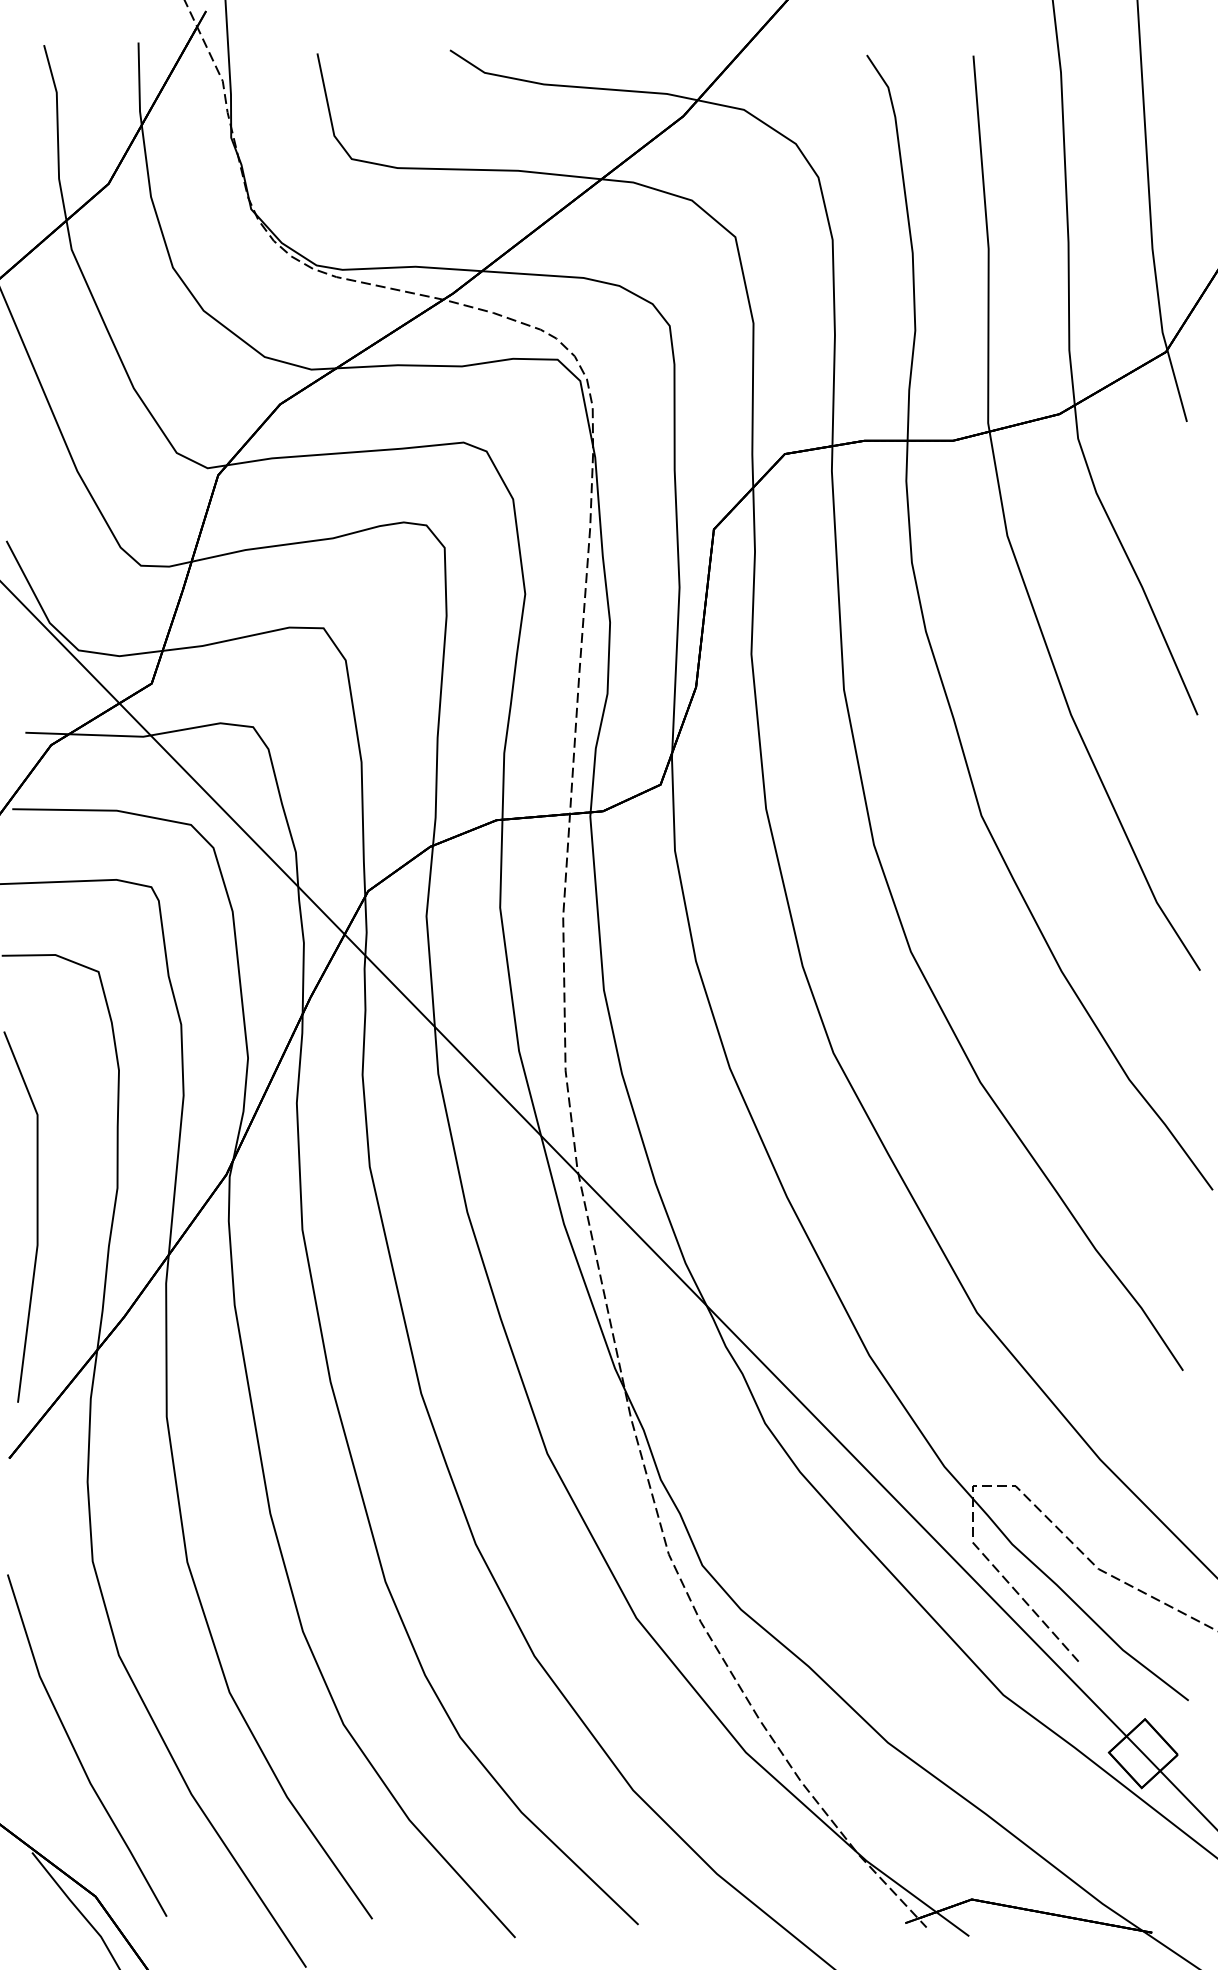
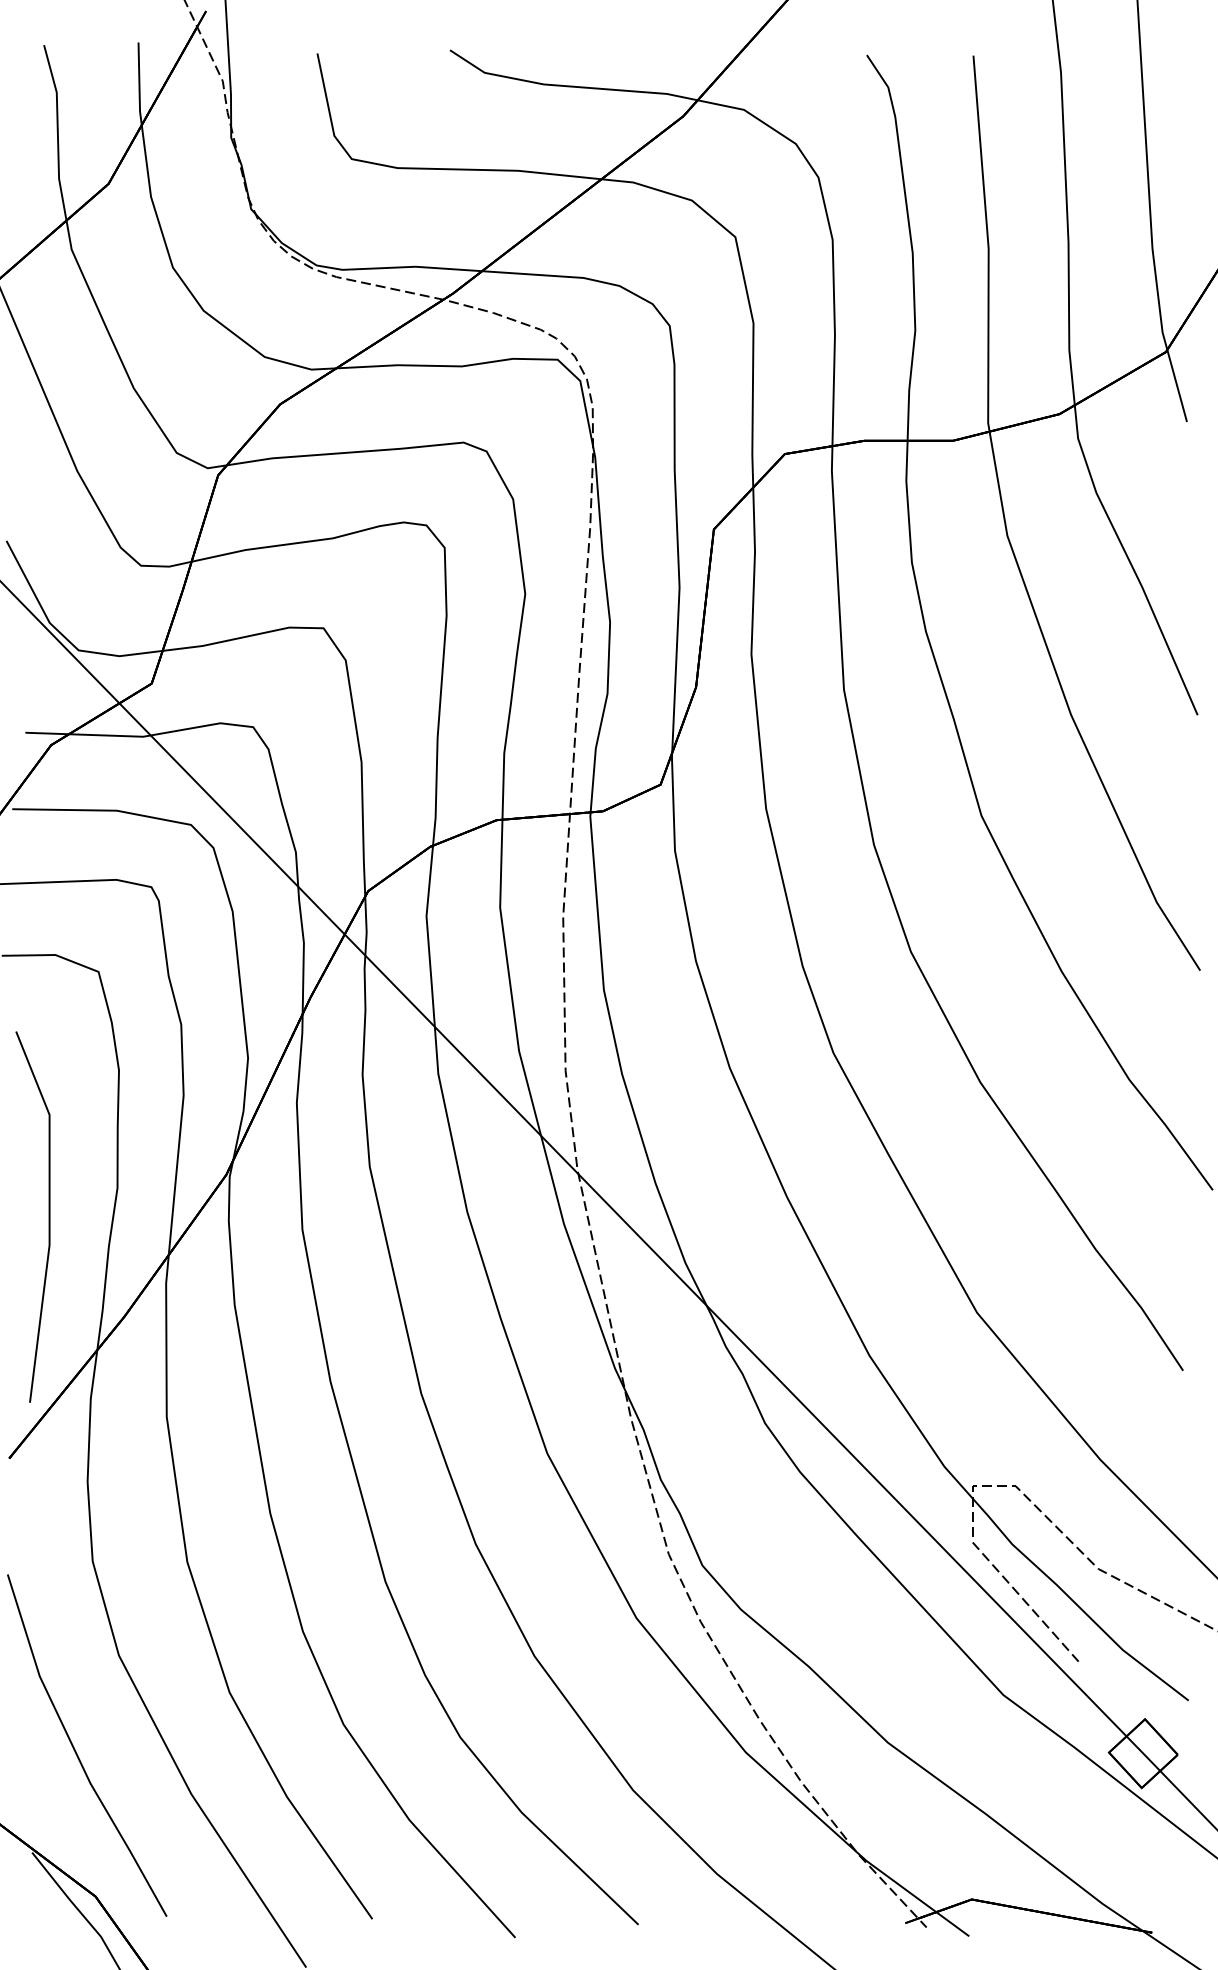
line at (36, 1216) position: (36, 1216) -> (48, 1216)
